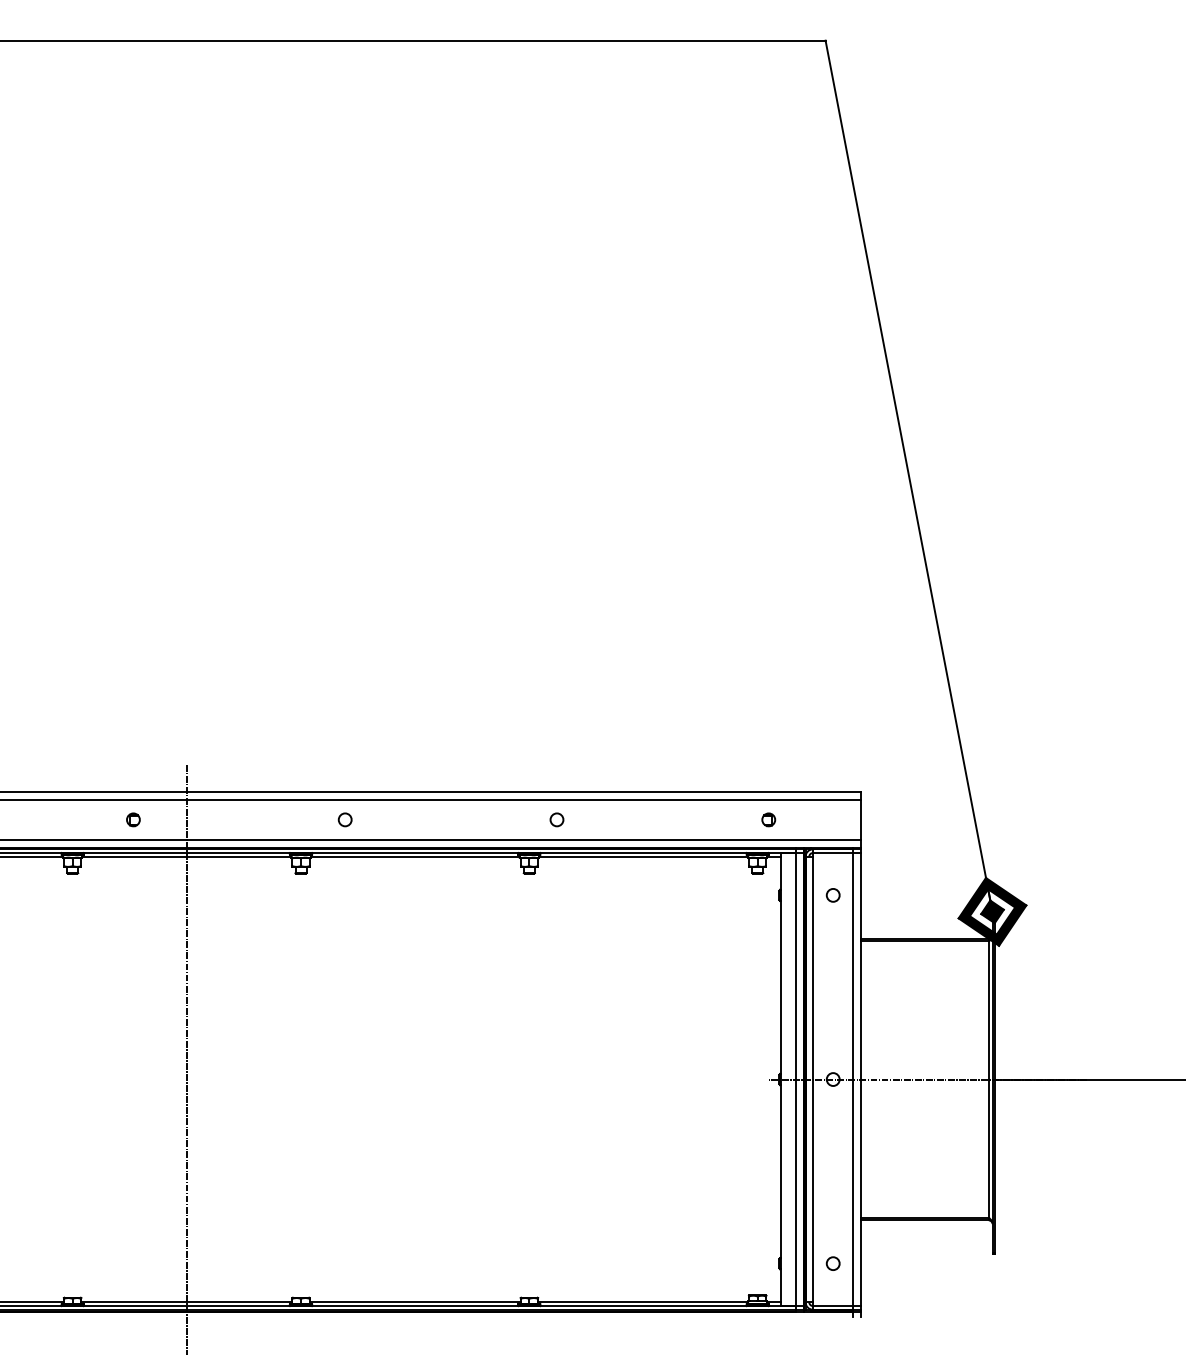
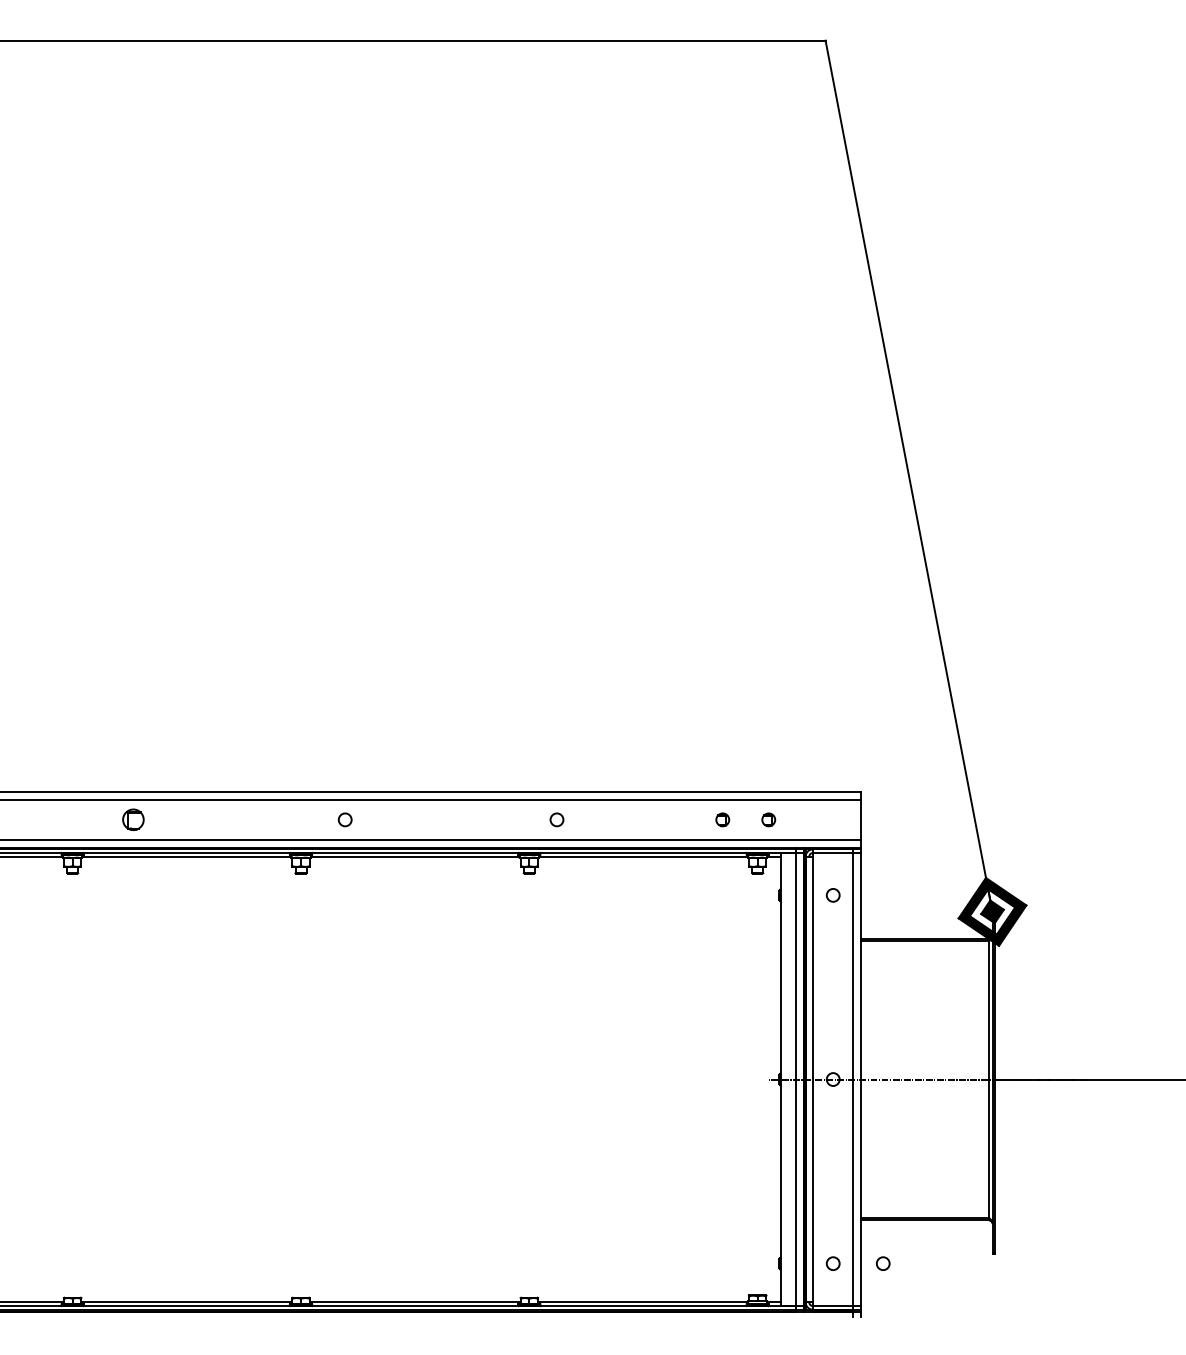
part at (133, 819) size: 15x16 px -> 23x23 px
part at (722, 819): none -> present
line at (186, 1057): present -> none
circle at (882, 1263): none -> present
